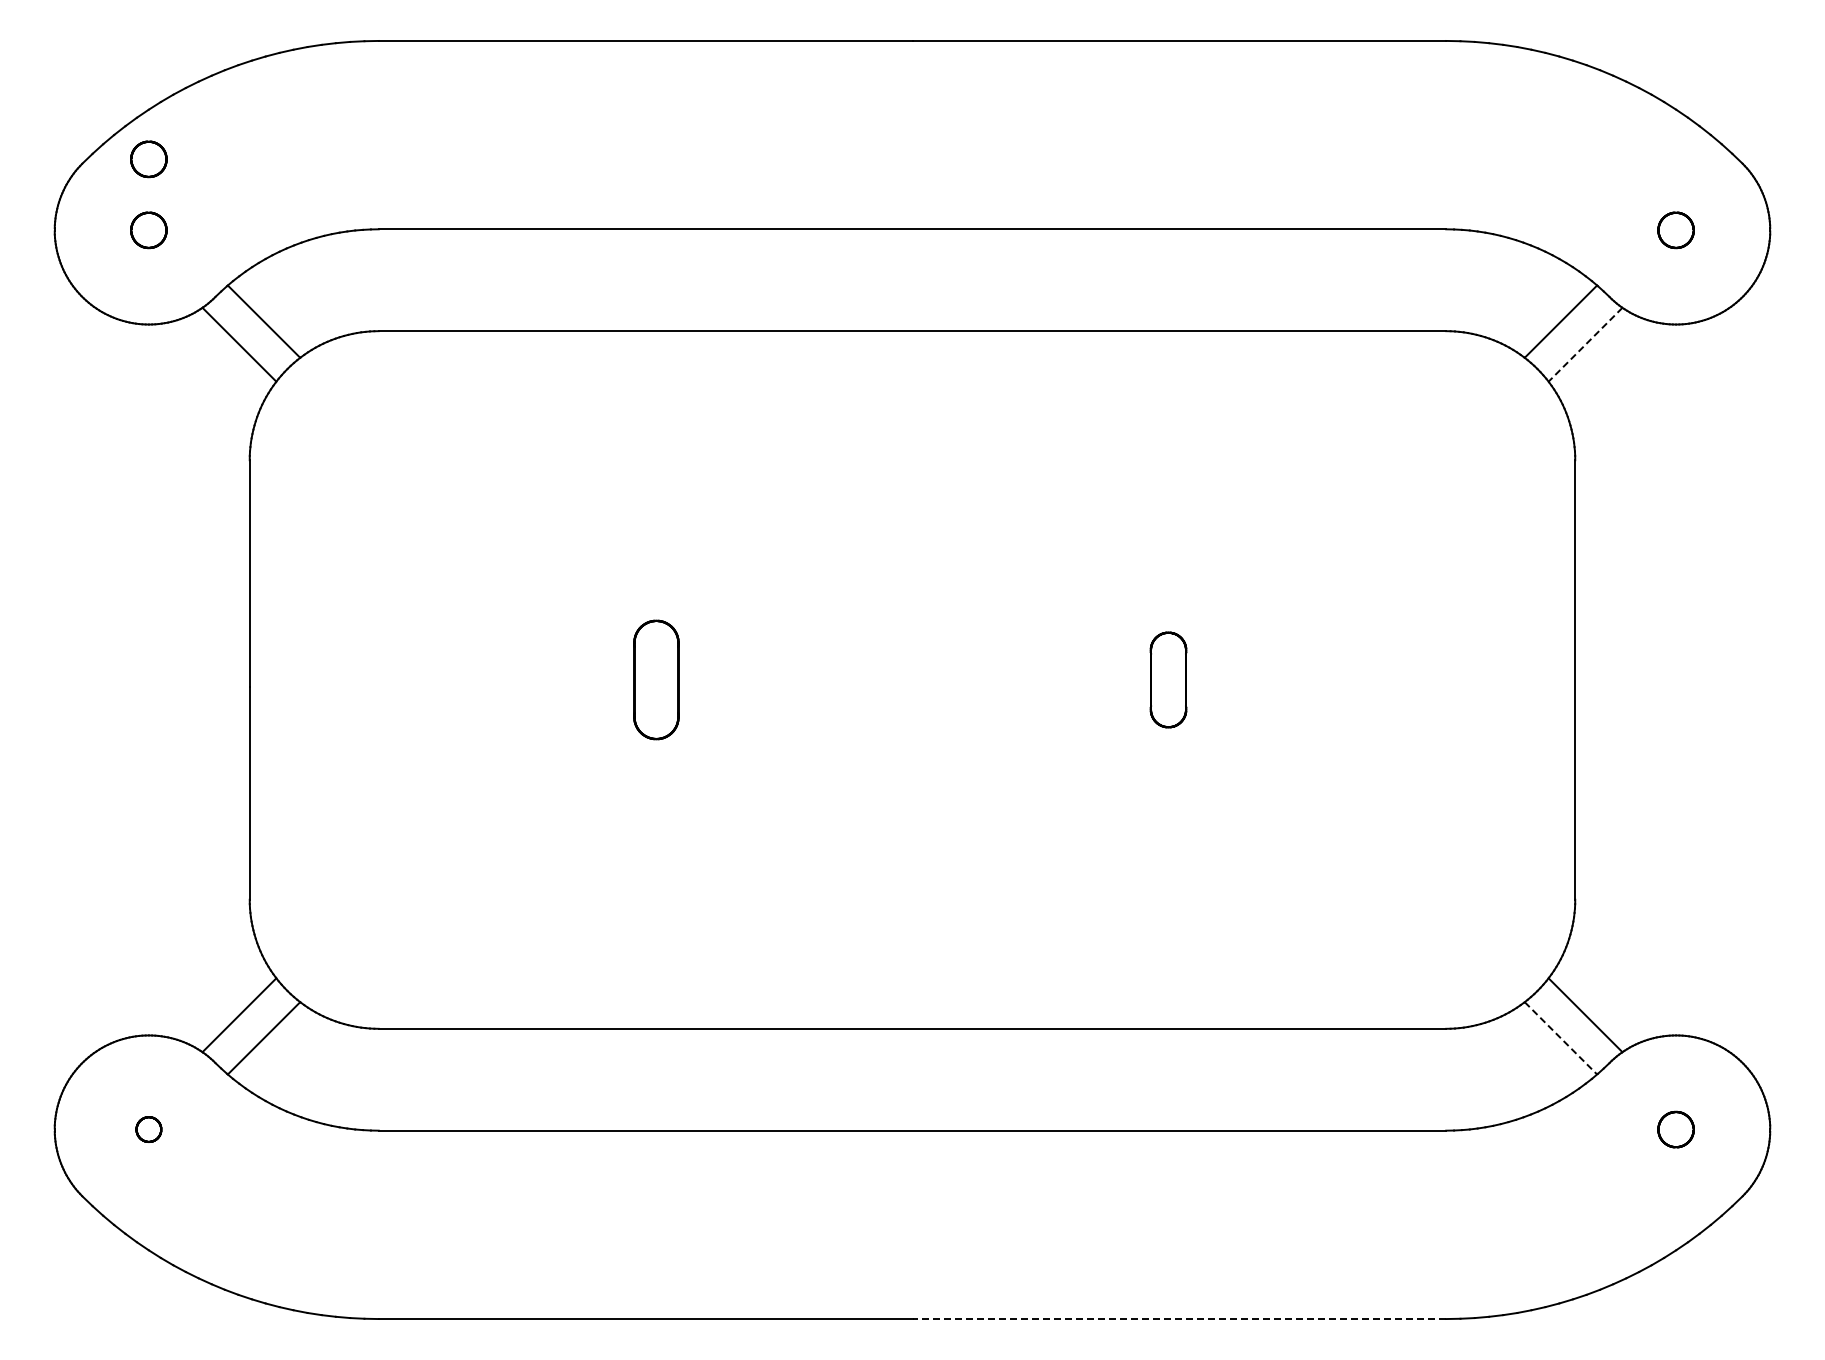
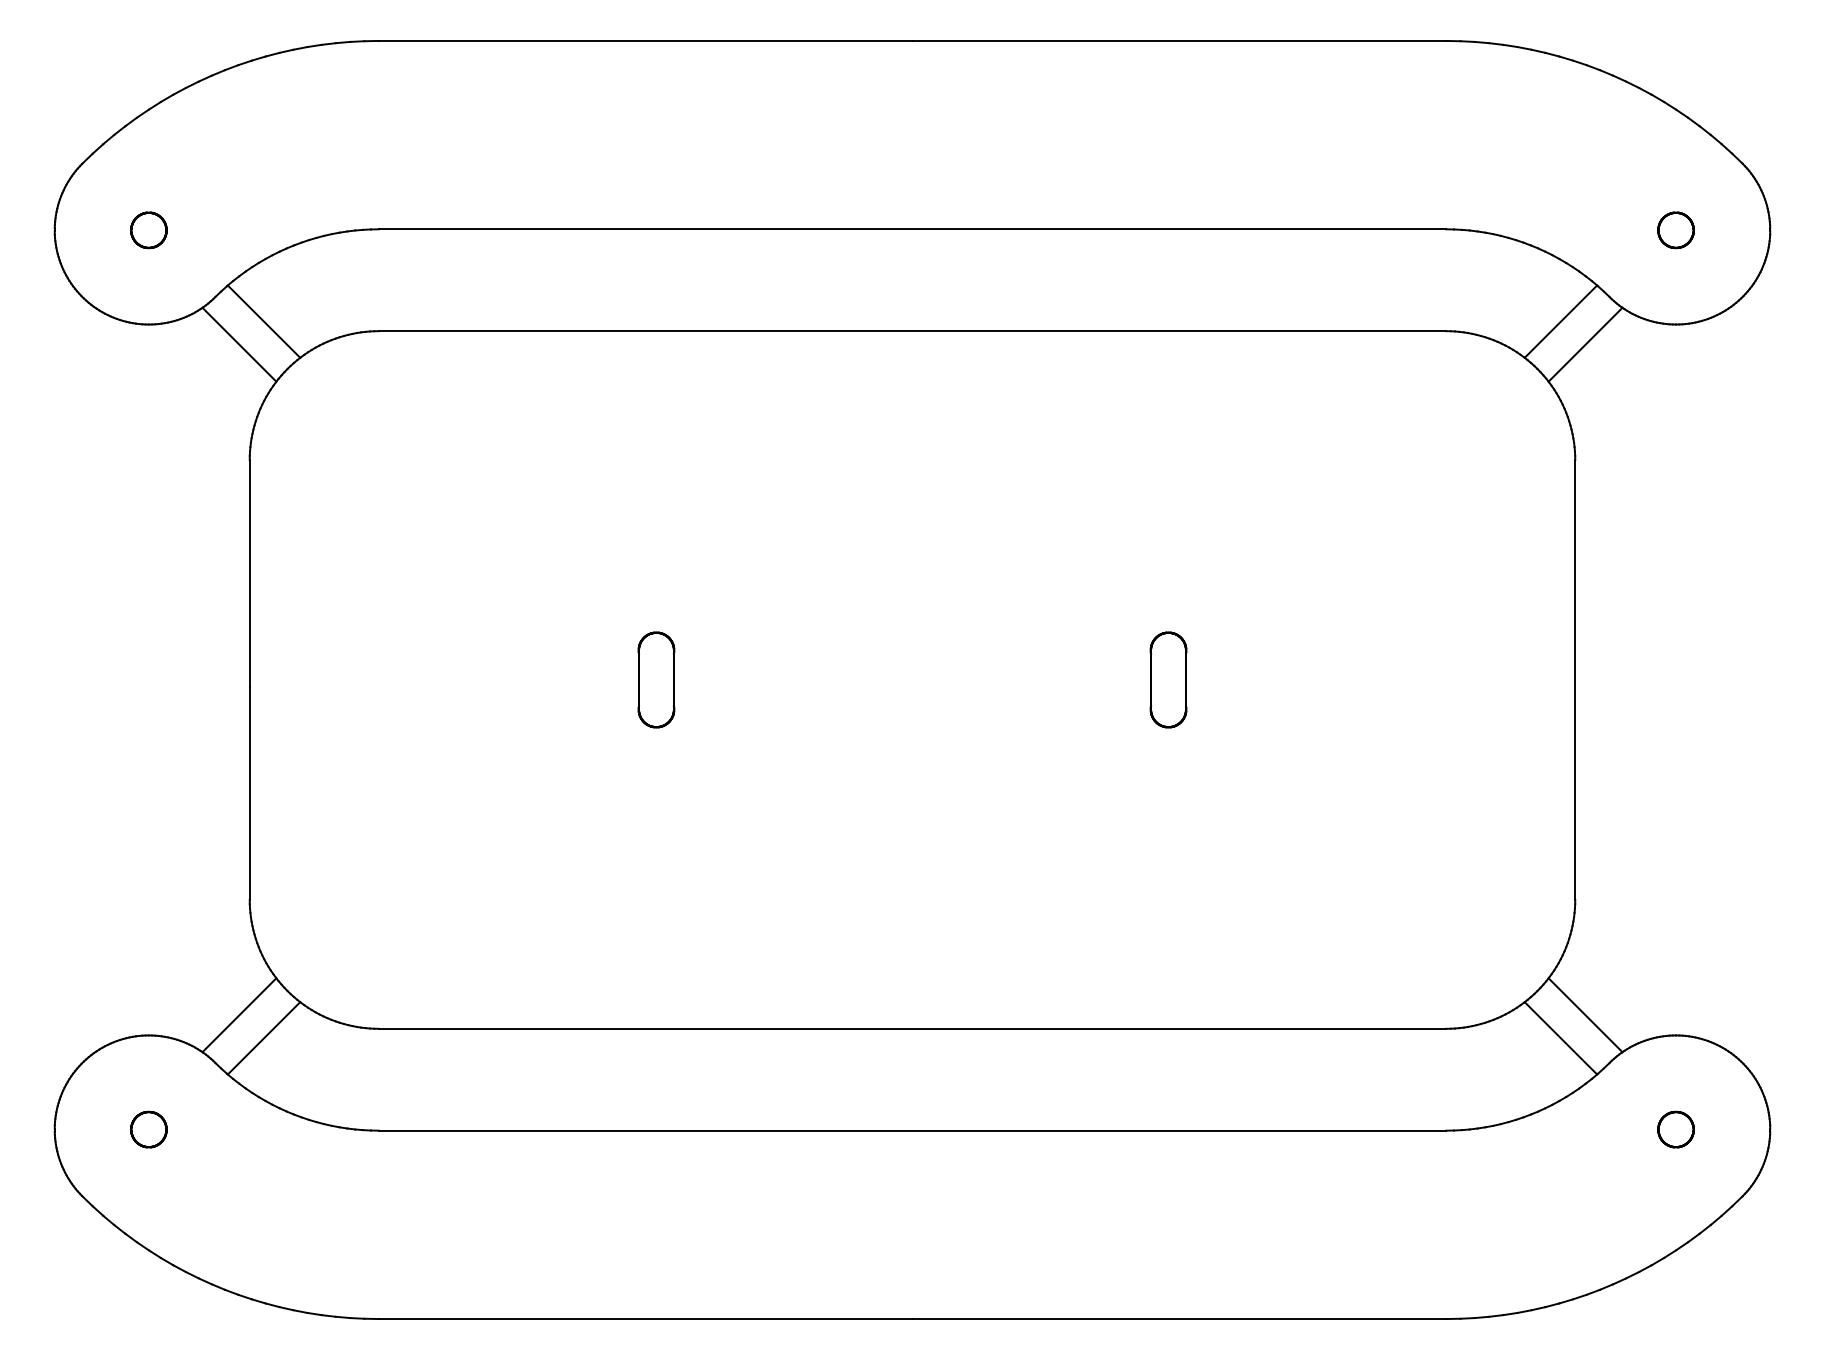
part at (148, 159): present -> none
line at (1585, 345): dashed -> solid
part at (656, 679) size: 47x122 px -> 39x98 px
line at (1561, 1038): dashed -> solid
part at (148, 1129) size: 28x27 px -> 38x39 px
line at (1179, 1319): dashed -> solid
